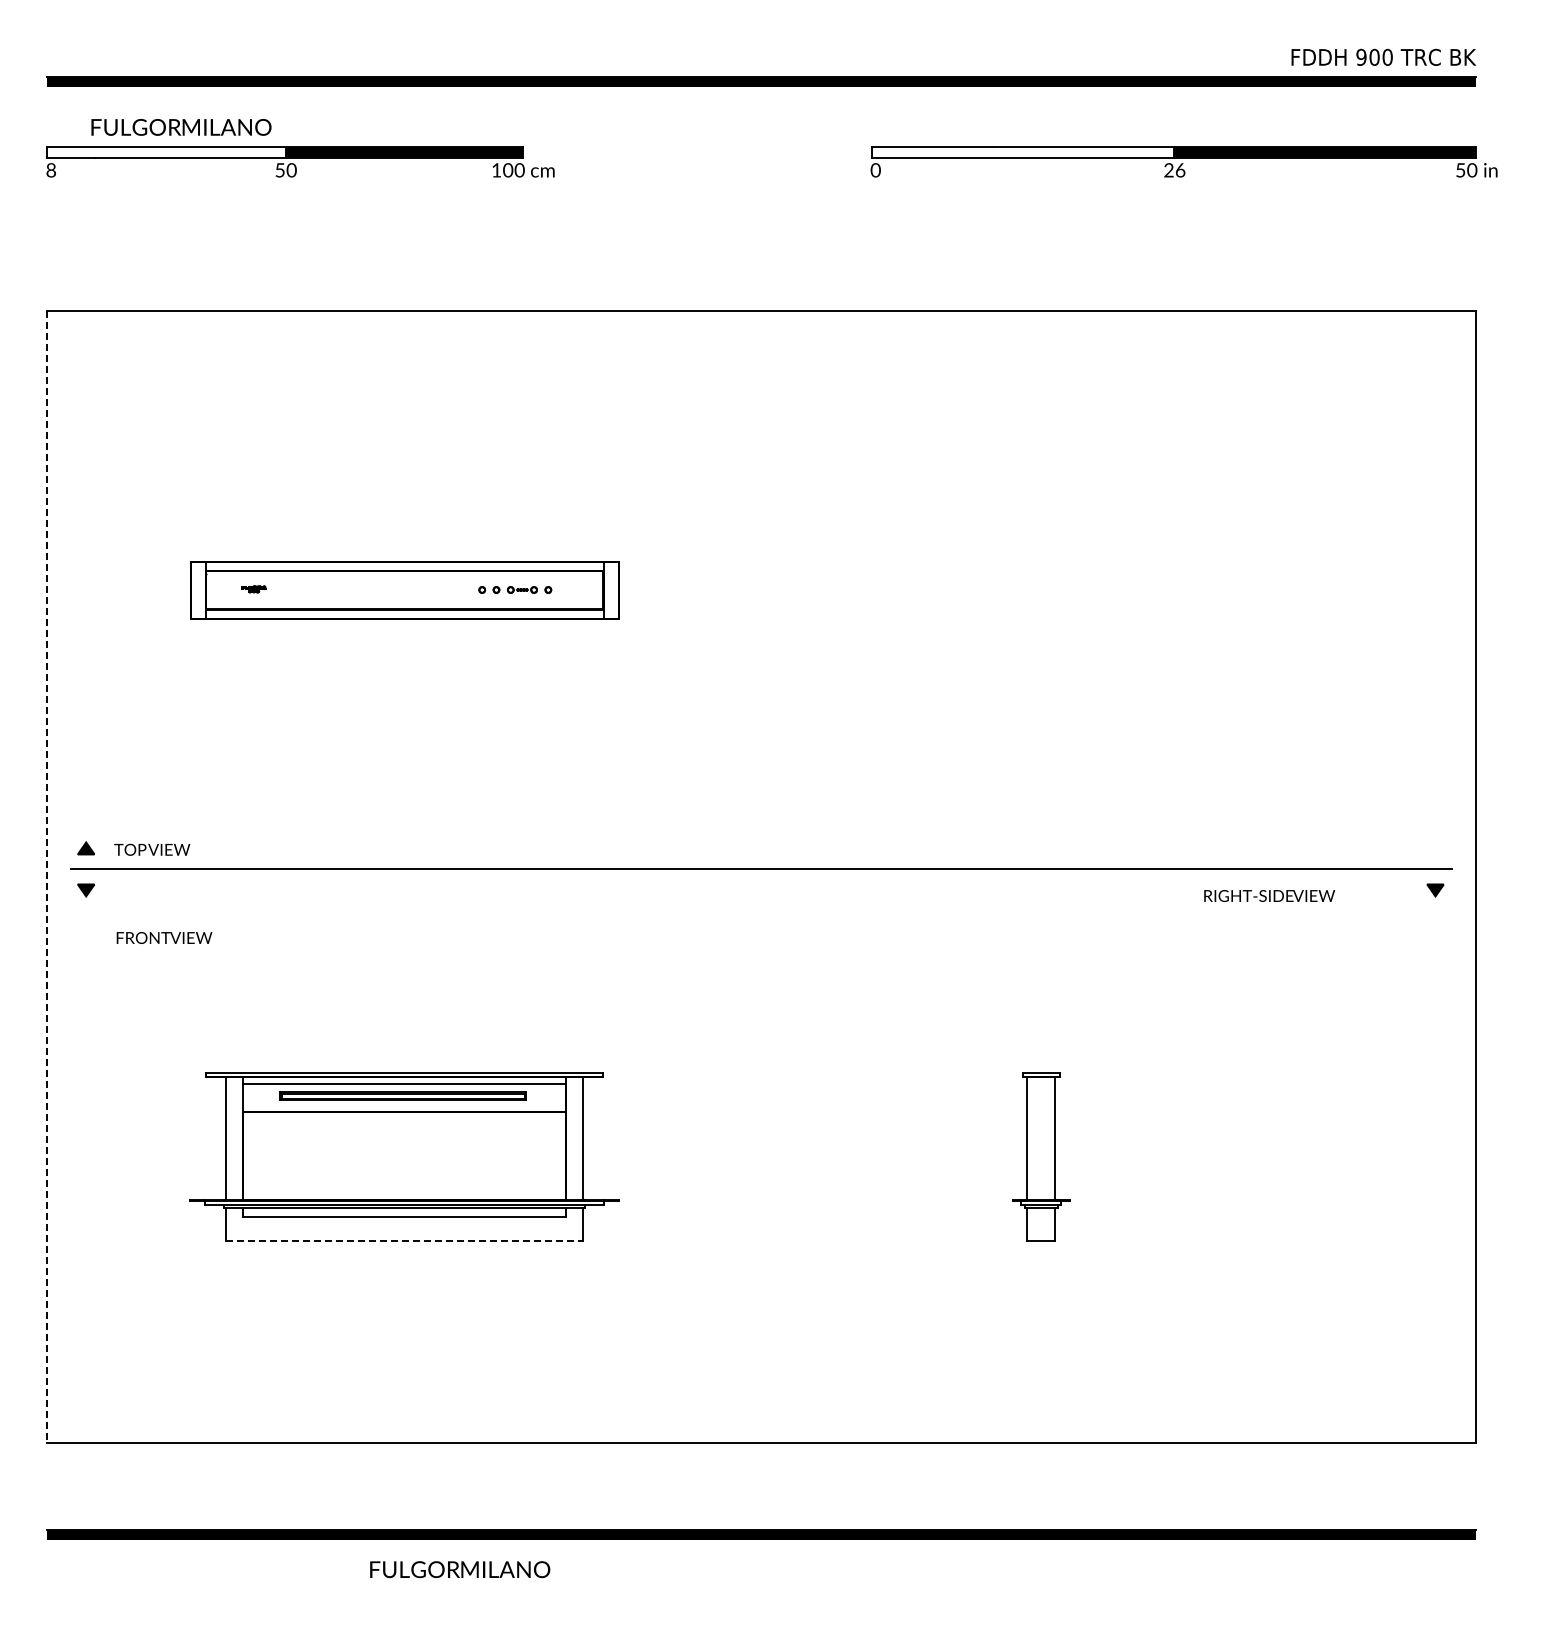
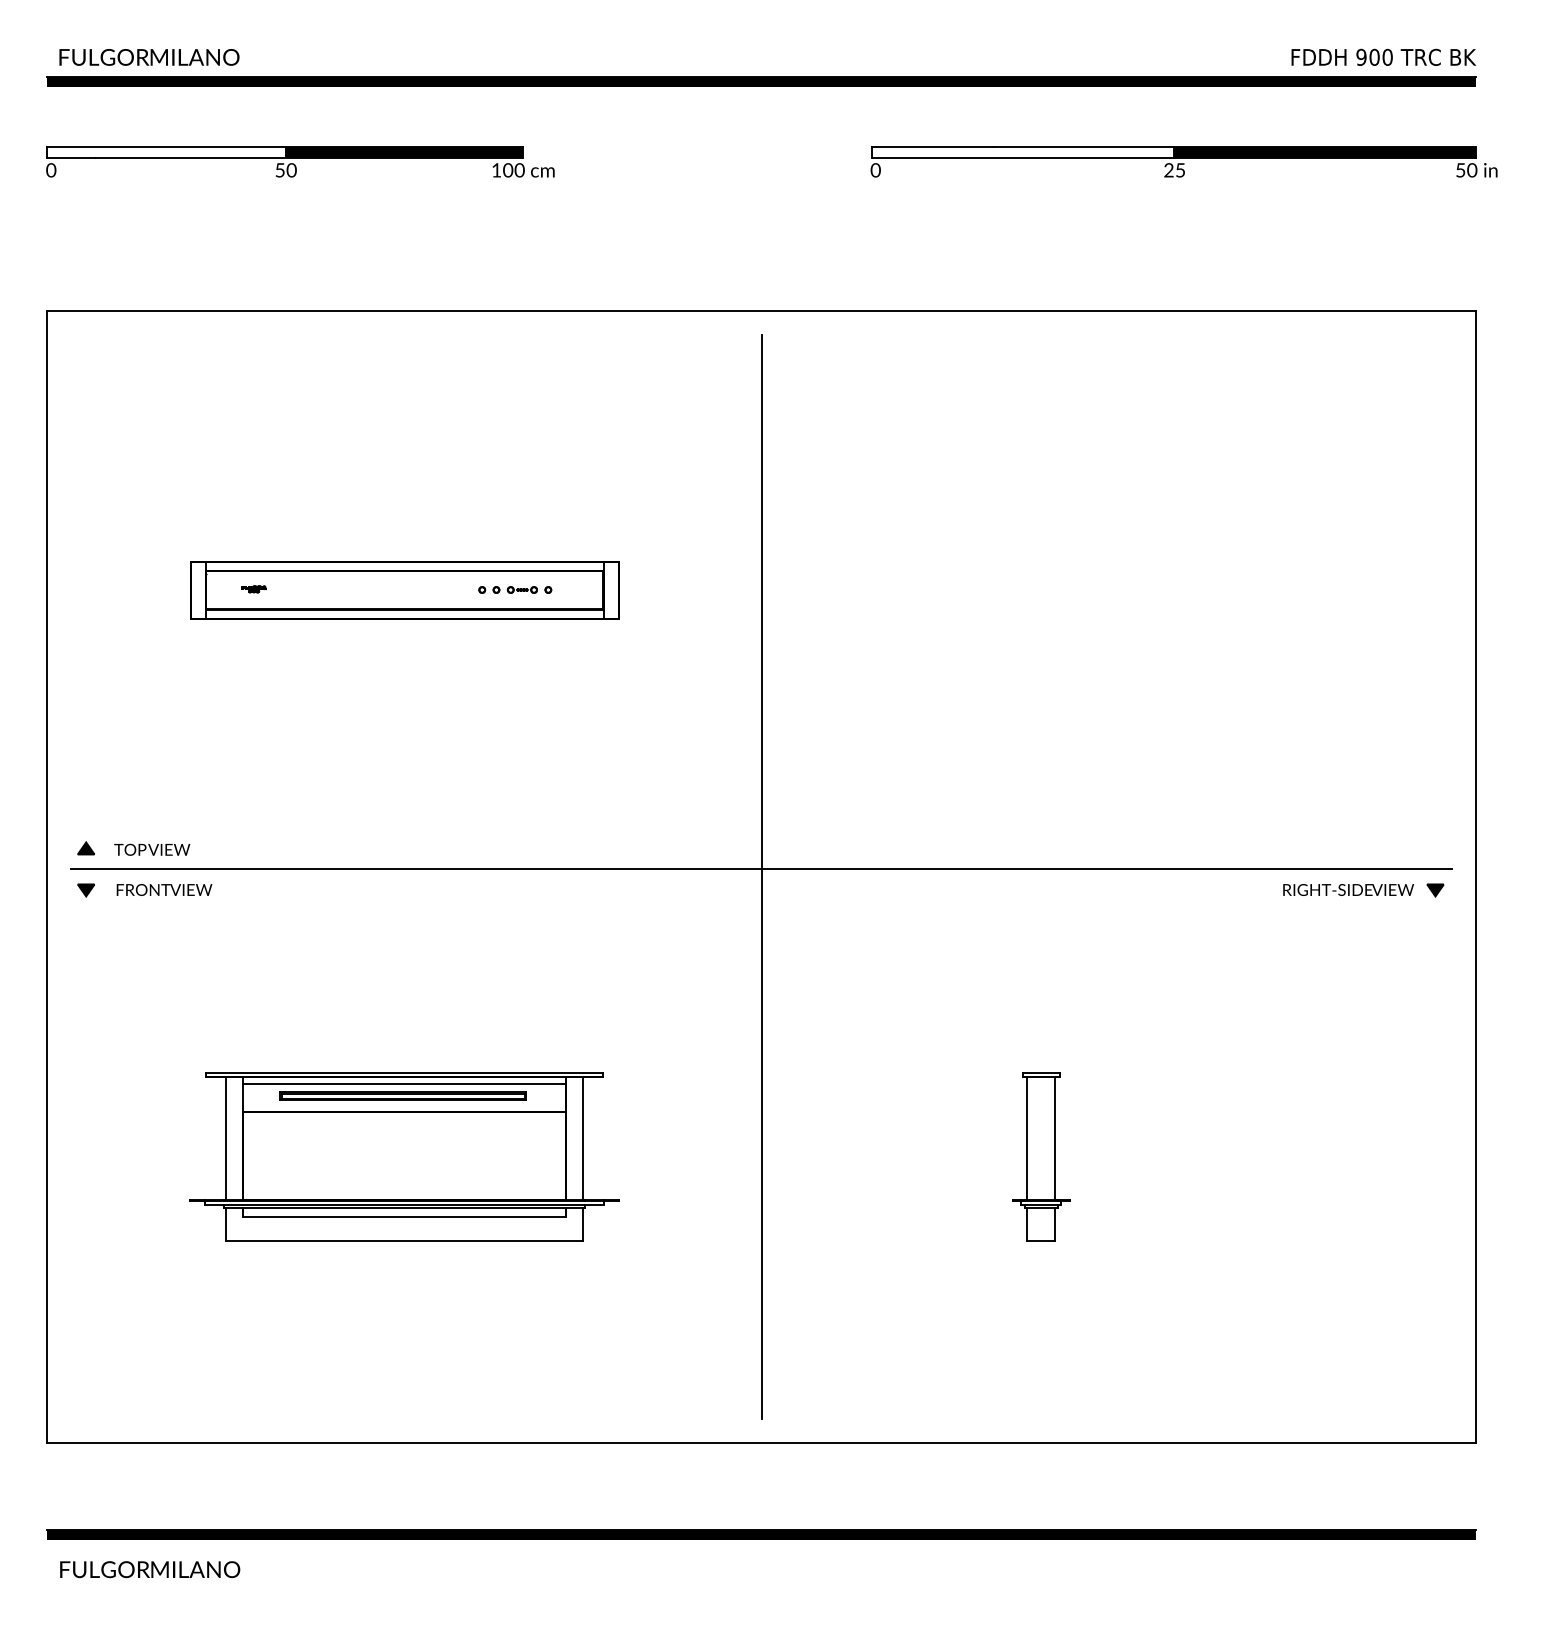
text at (181, 127) position: (181, 127) -> (149, 57)
text at (51, 170): 8 -> 0
text at (1180, 170): 26 -> 25
line at (762, 876): none -> present
line at (47, 877): dashed -> solid
text at (1269, 895) position: (1269, 895) -> (1348, 889)
text at (164, 937) position: (164, 937) -> (164, 889)
line at (405, 1240): dashed -> solid
text at (460, 1569) position: (460, 1569) -> (150, 1569)
